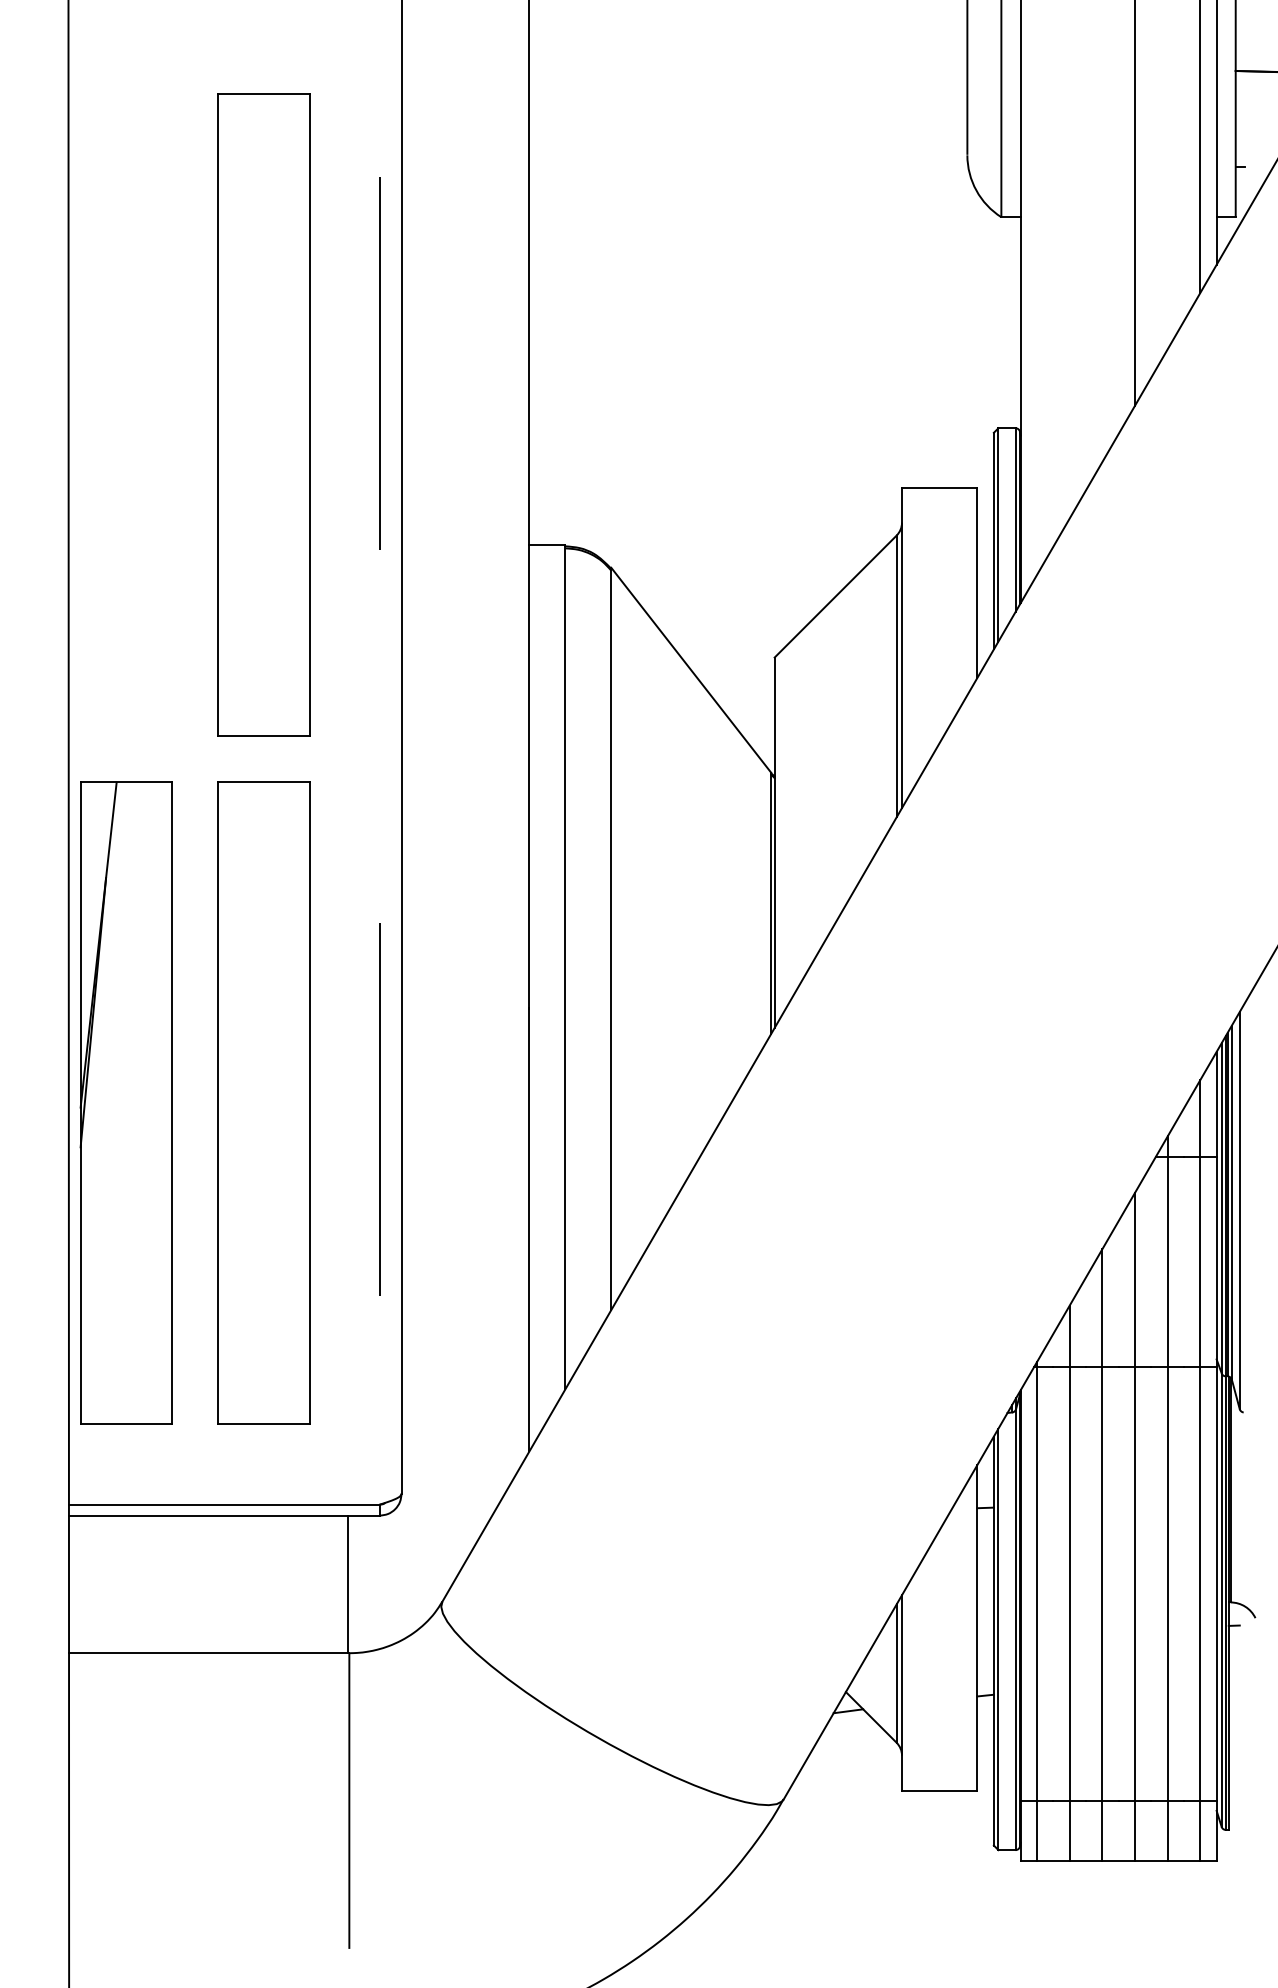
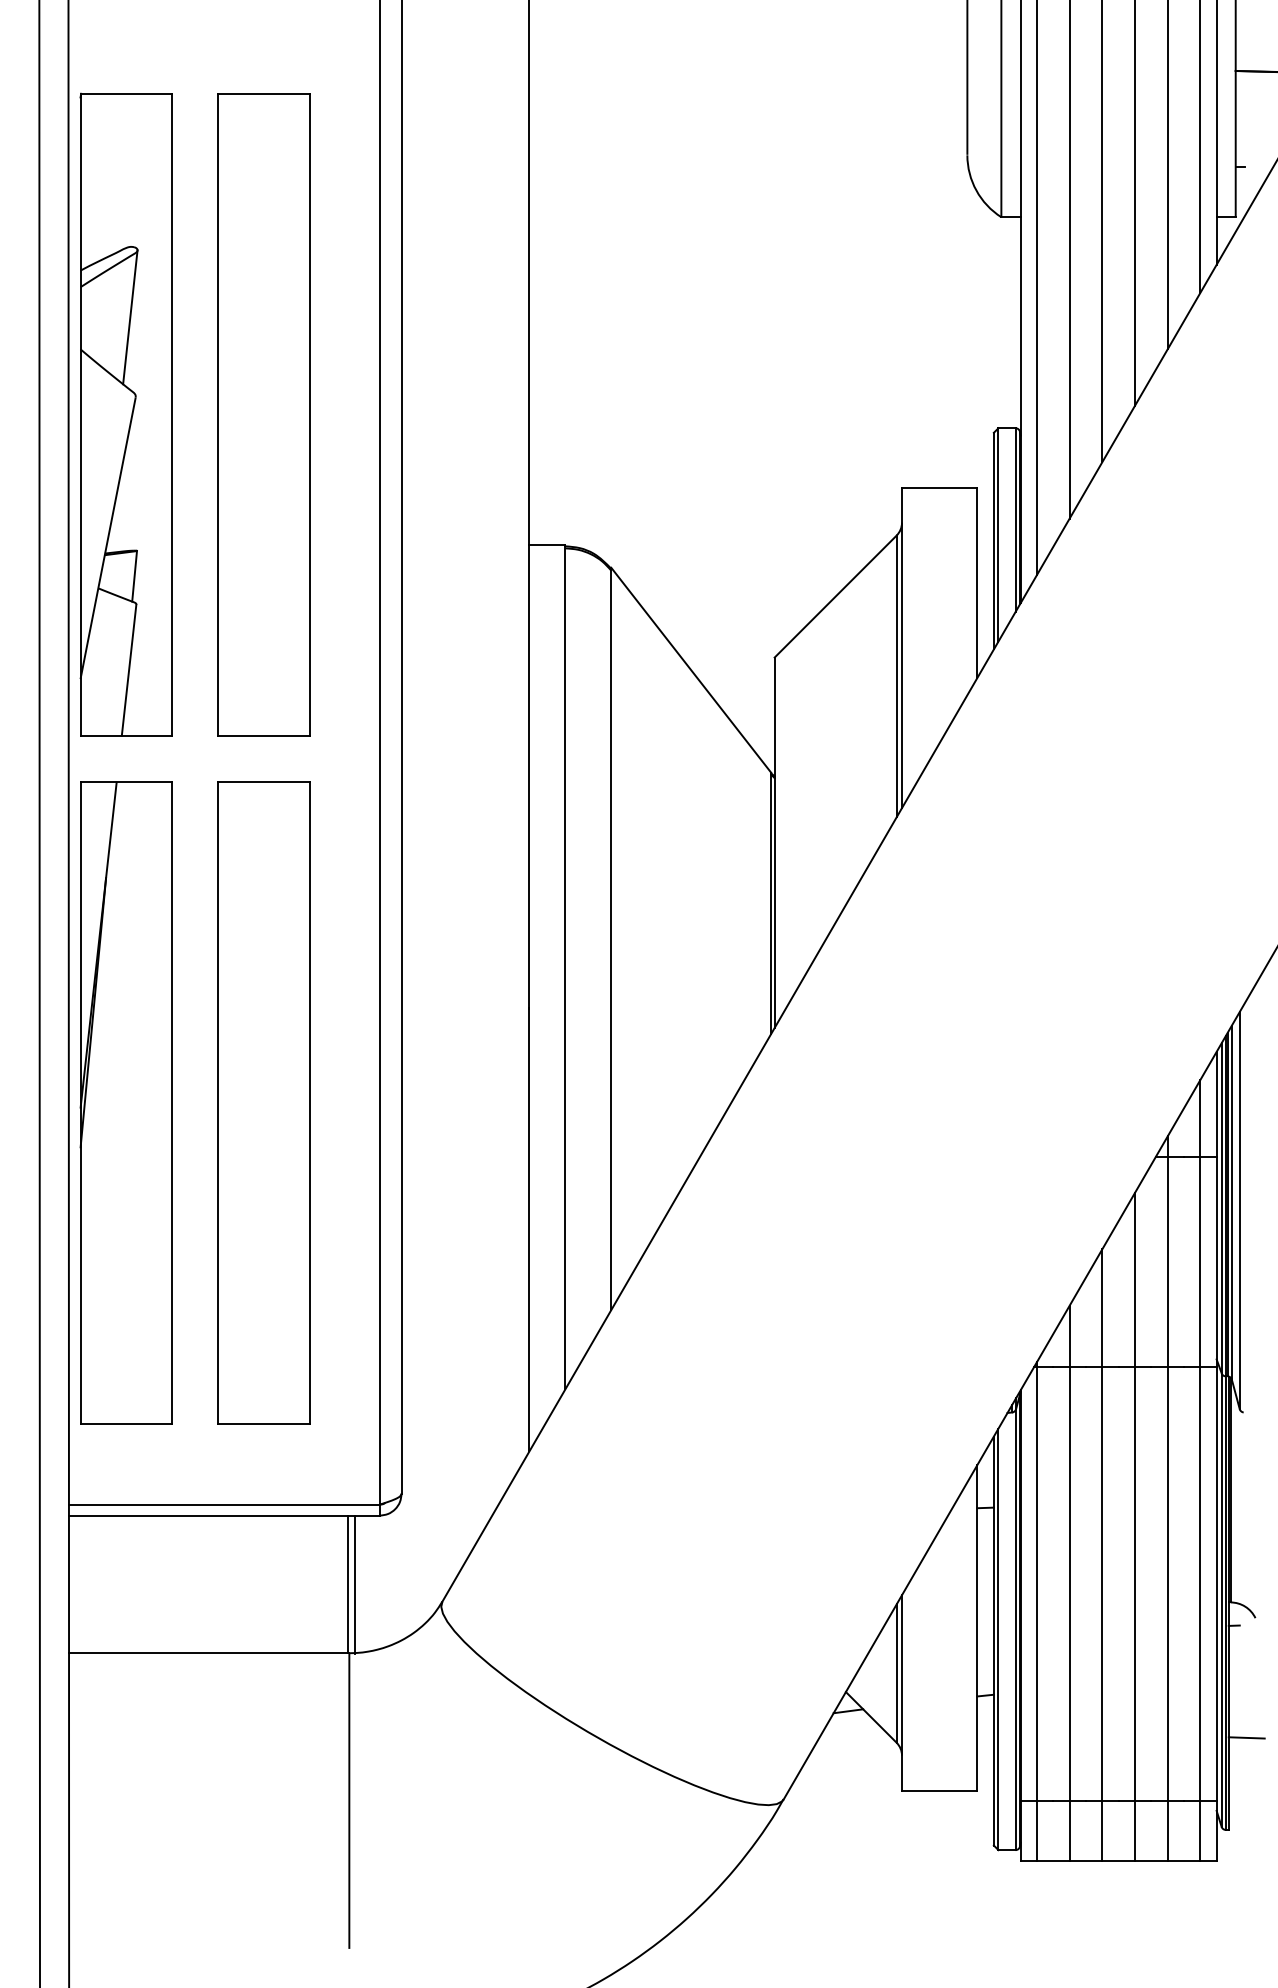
line at (1167, 175): none -> present
line at (1102, 232): none -> present
line at (1069, 260): none -> present
line at (1037, 288): none -> present
part at (125, 414): none -> present
line at (379, 752): dashed -> solid
line at (39, 993): none -> present
line at (354, 1584): none -> present
line at (1246, 1737): none -> present
